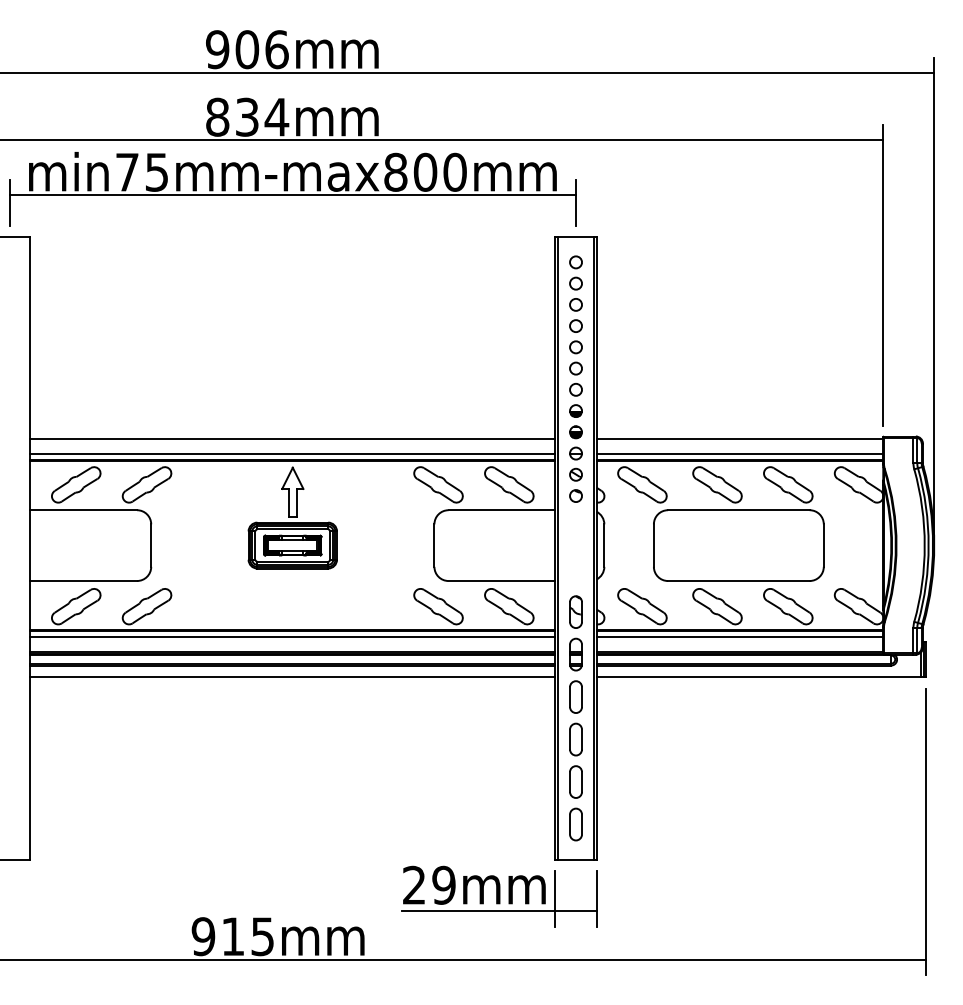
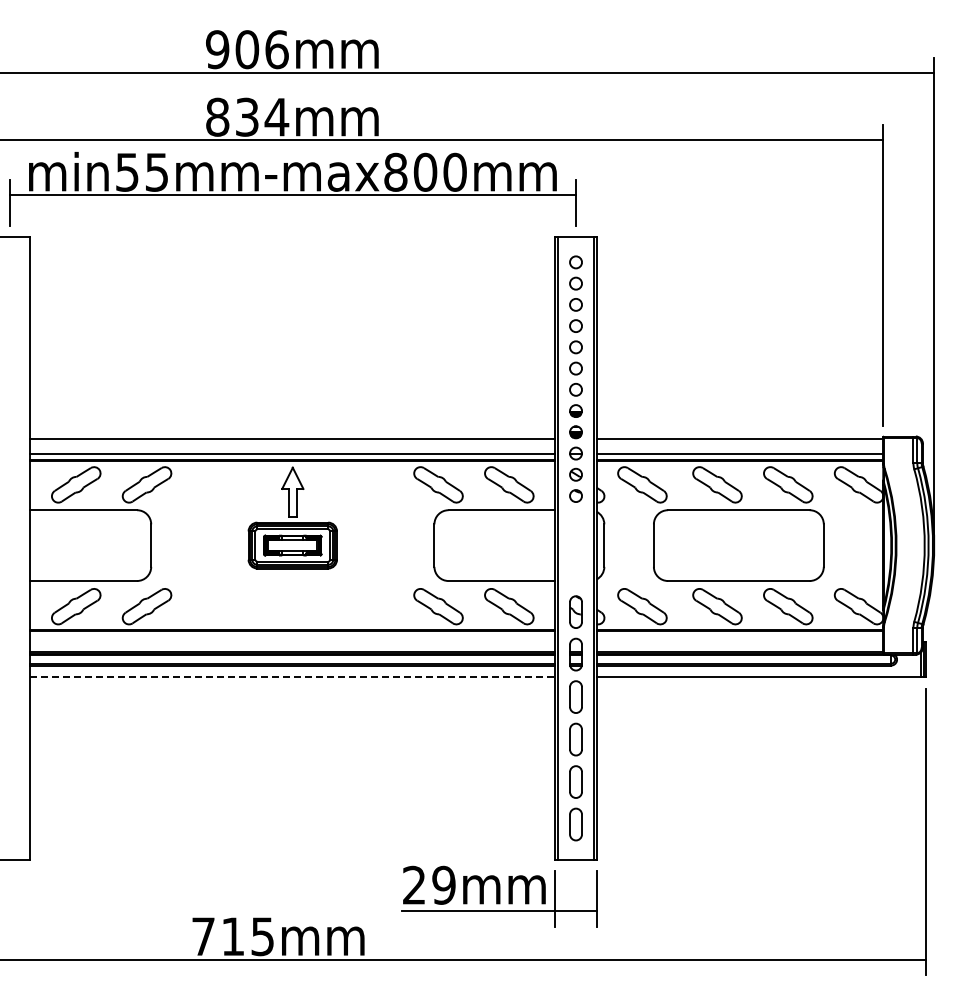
text at (127, 172): min75mm-max800mm -> min55mm-max800mm
line at (292, 636): present -> none
line at (739, 636): present -> none
line at (292, 677): solid -> dashed
text at (203, 936): 915mm -> 715mm
